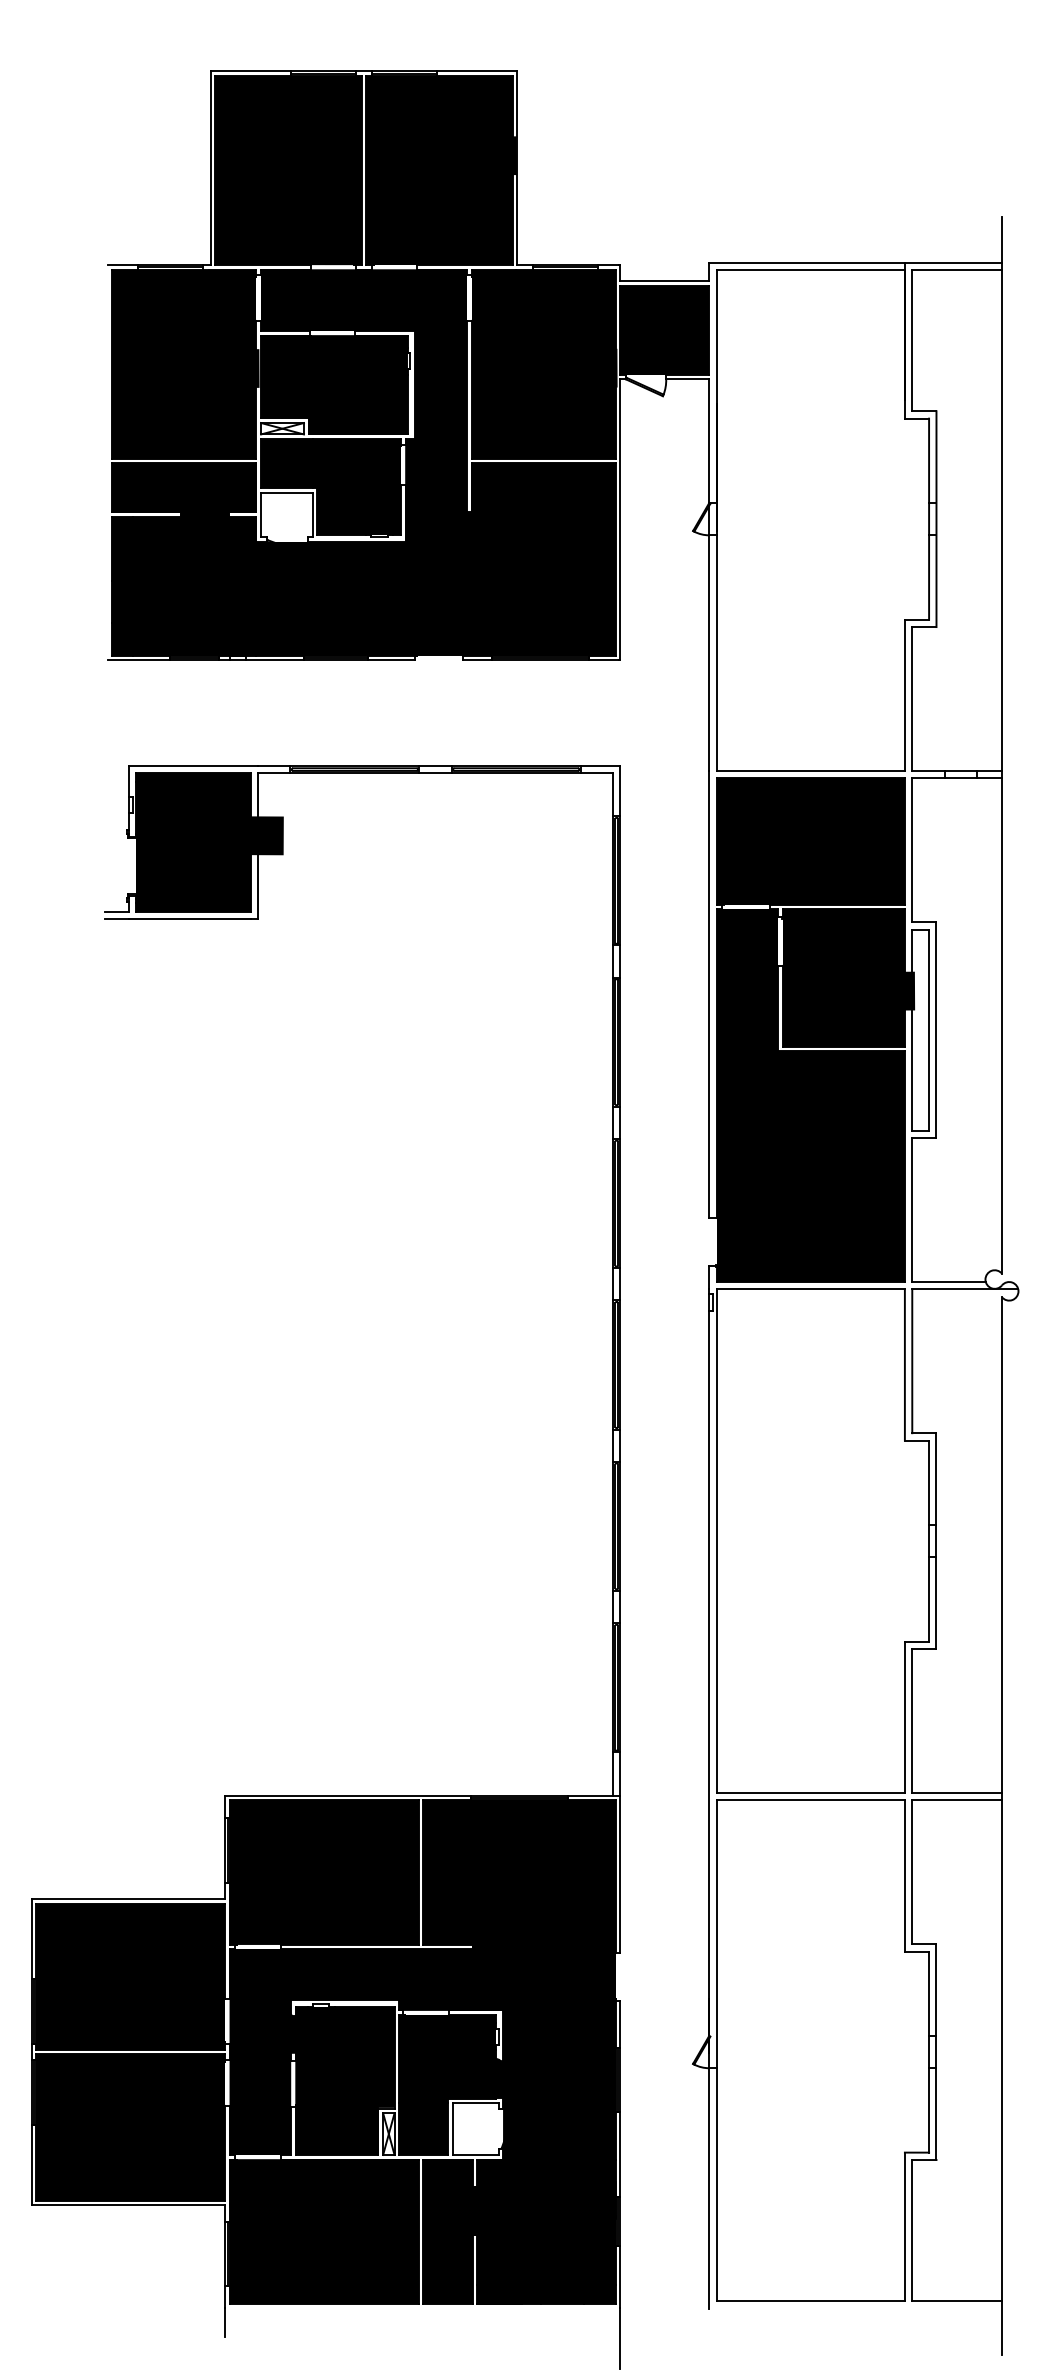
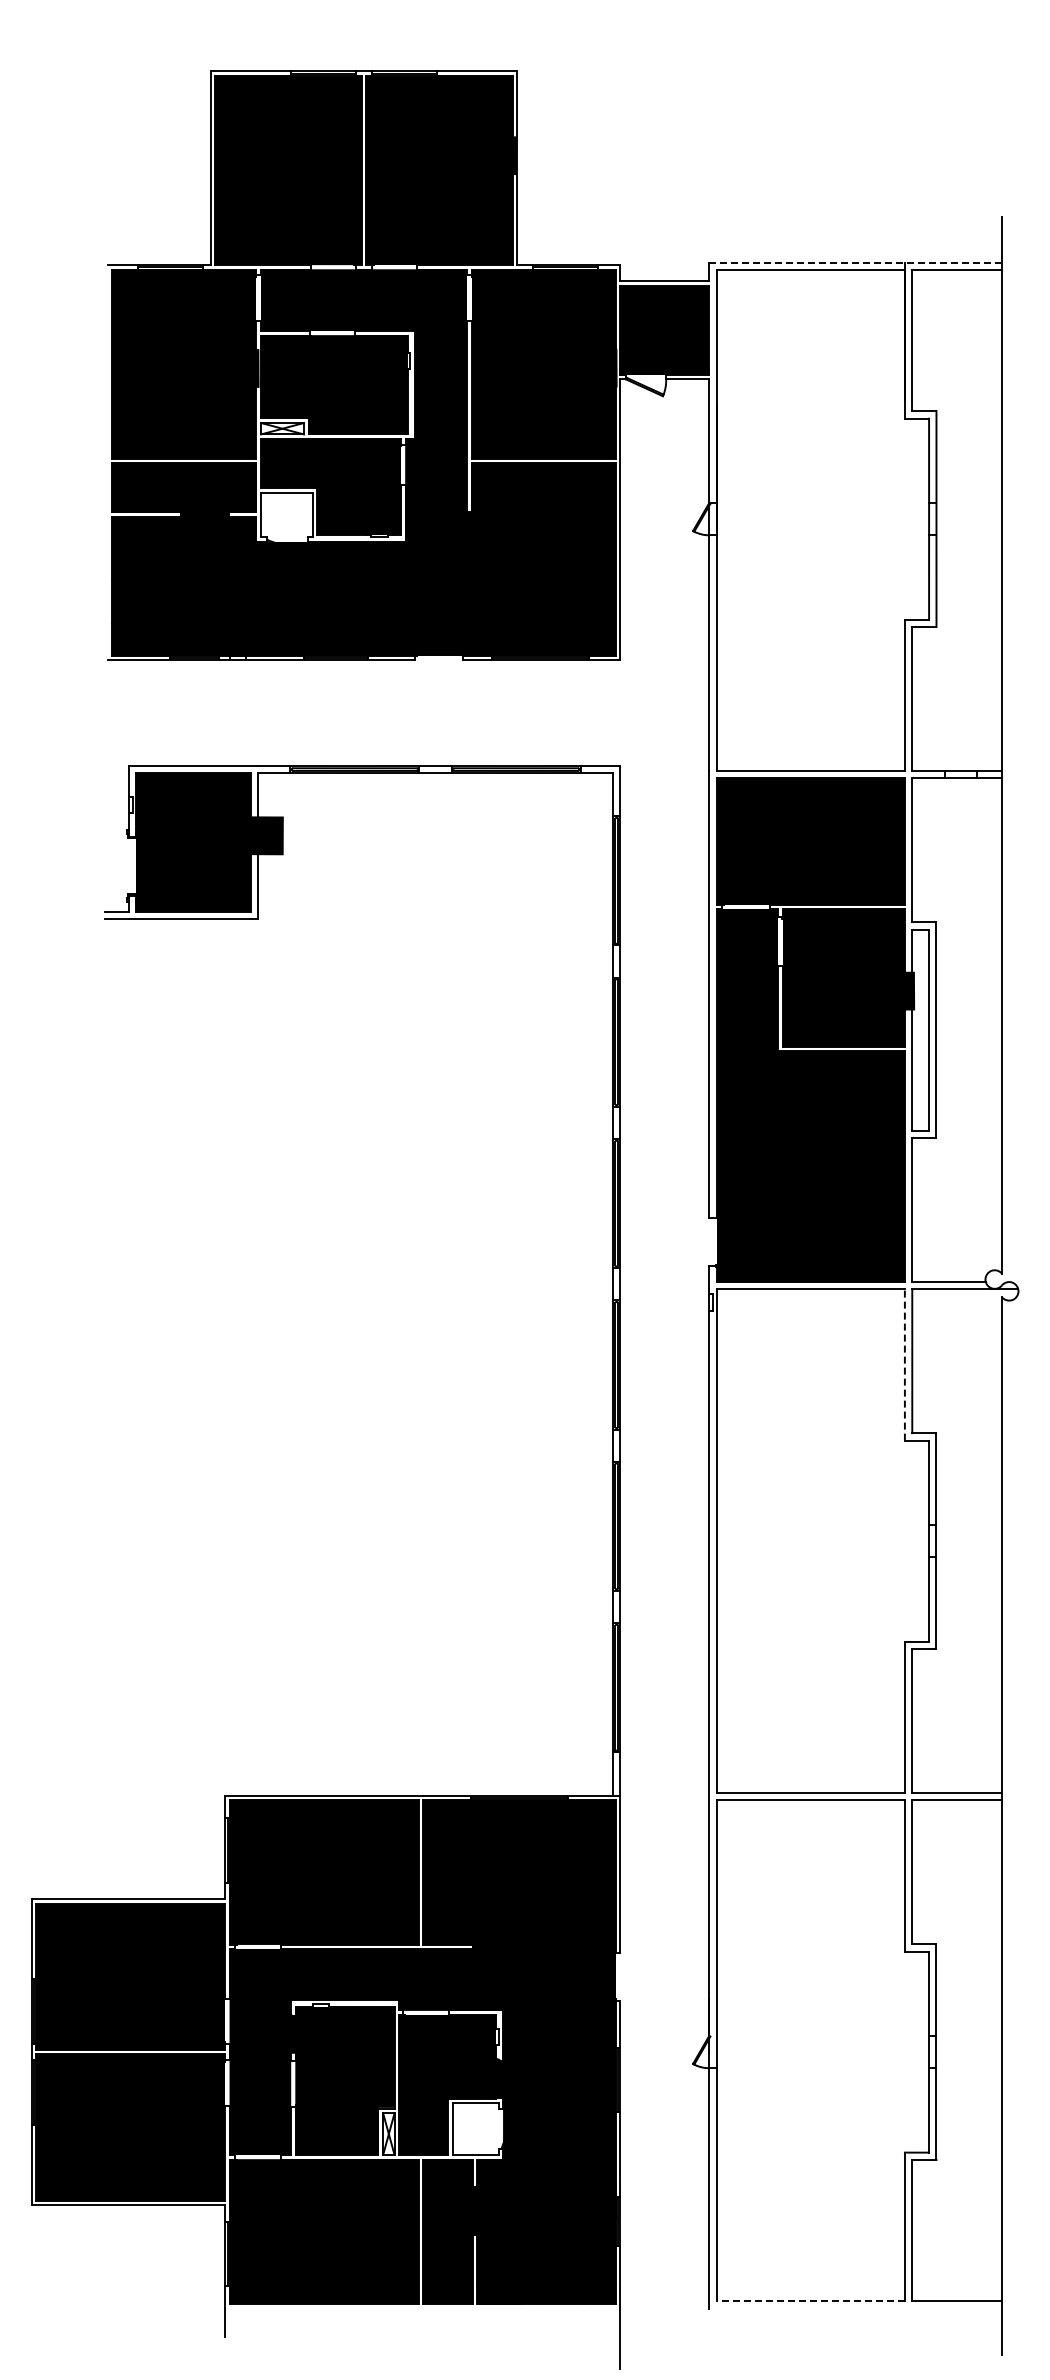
line at (855, 262): solid -> dashed
line at (904, 1364): solid -> dashed
line at (810, 2301): solid -> dashed
